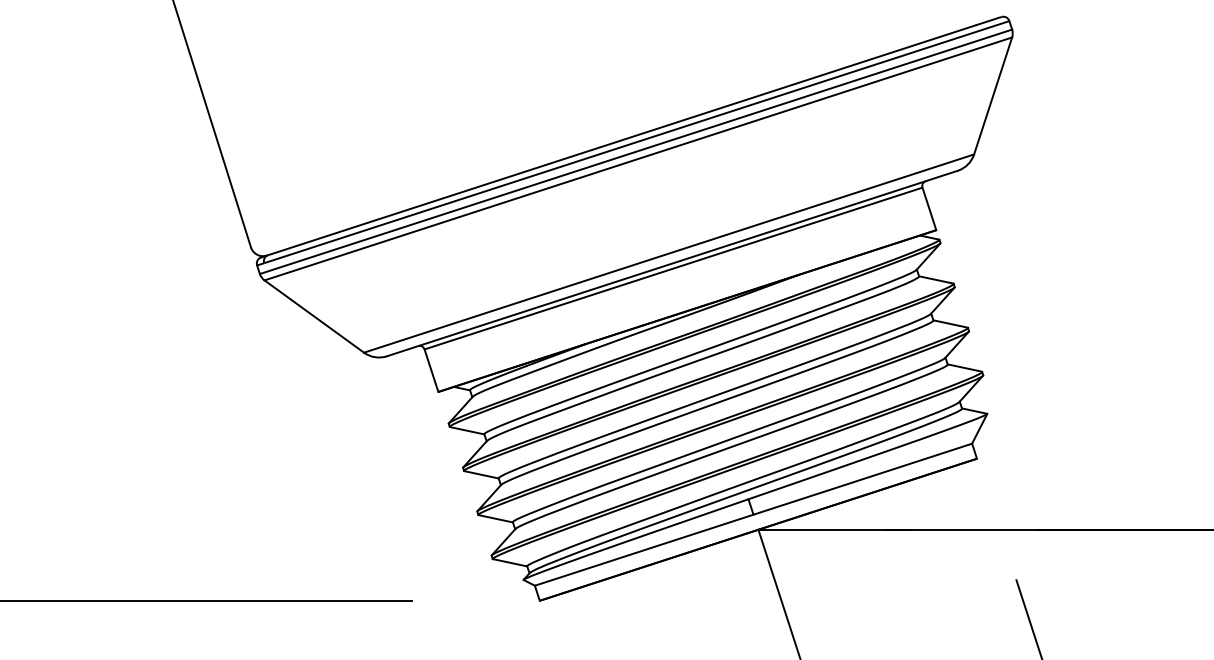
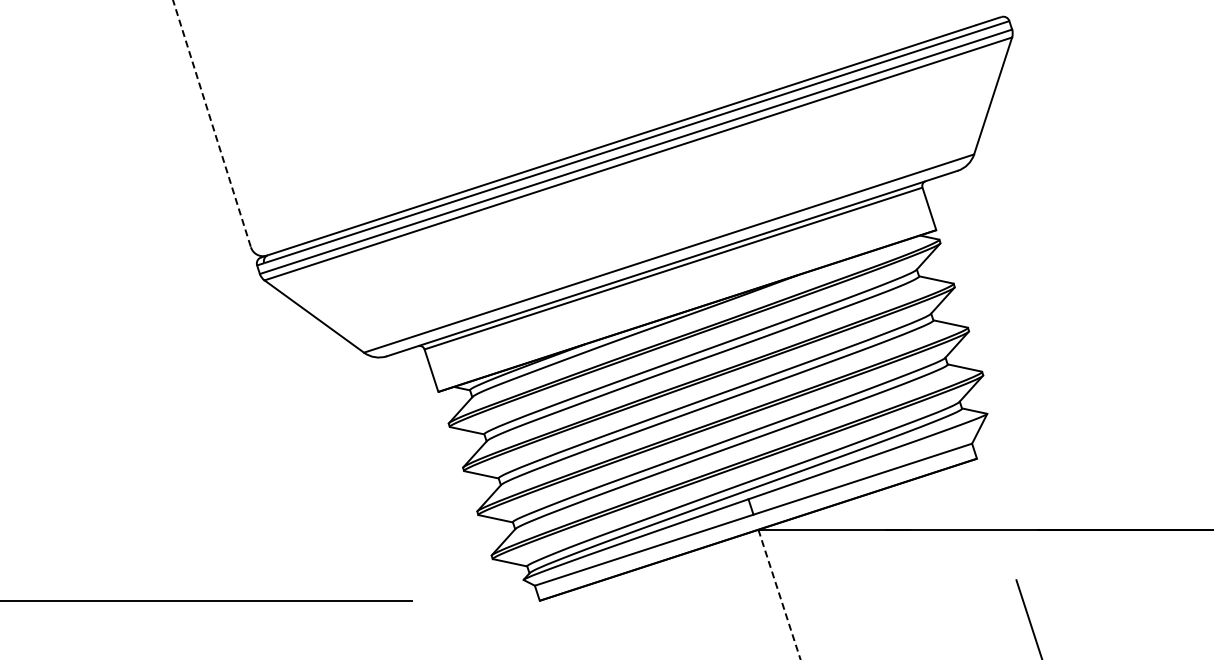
line at (212, 124): solid -> dashed
line at (779, 594): solid -> dashed
